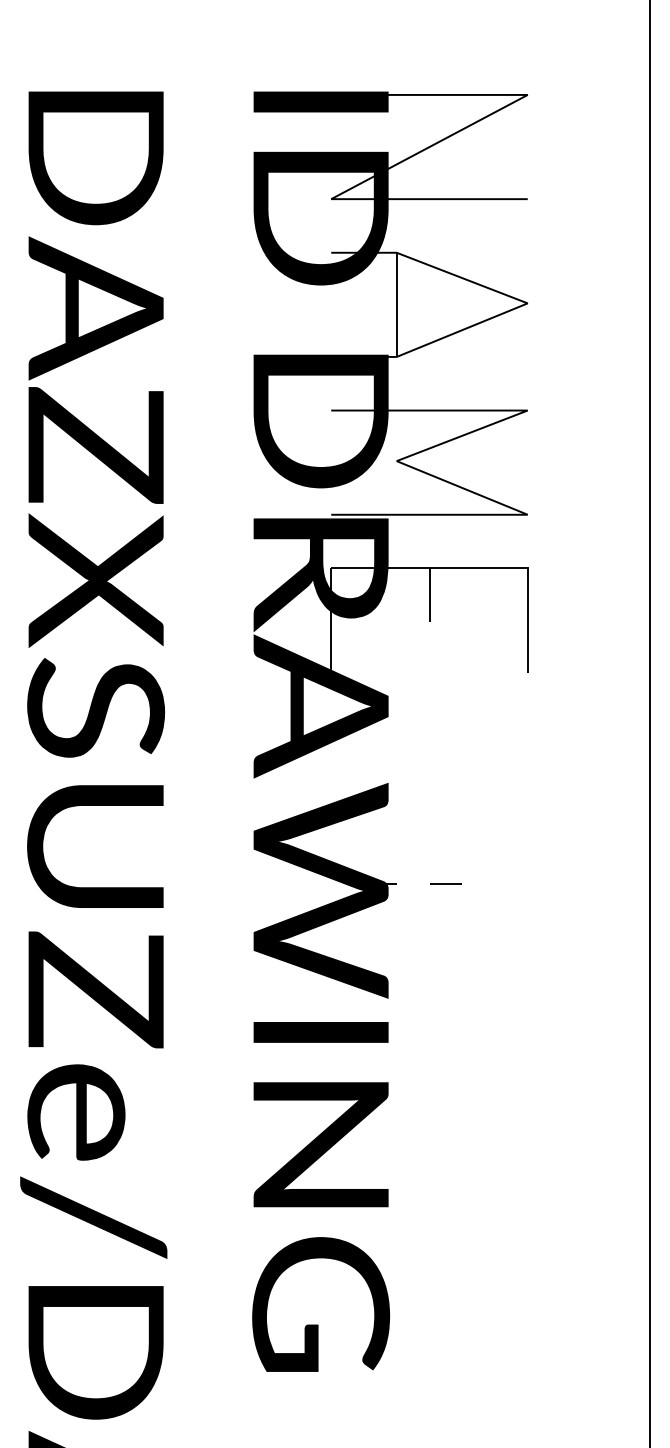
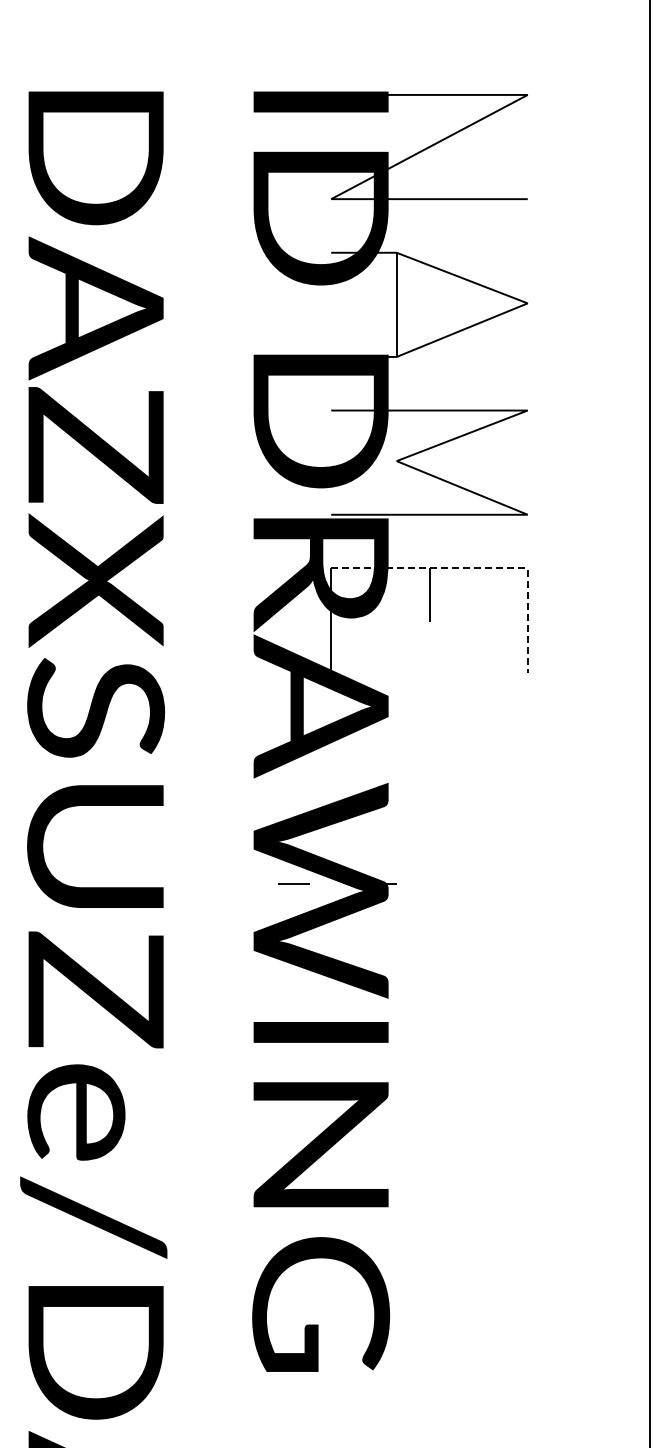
line at (482, 568): solid -> dashed
line at (445, 883) position: (445, 883) -> (293, 883)
